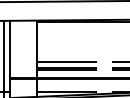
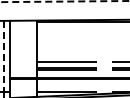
line at (64, 1): solid -> dashed
line at (4, 56): solid -> dashed
